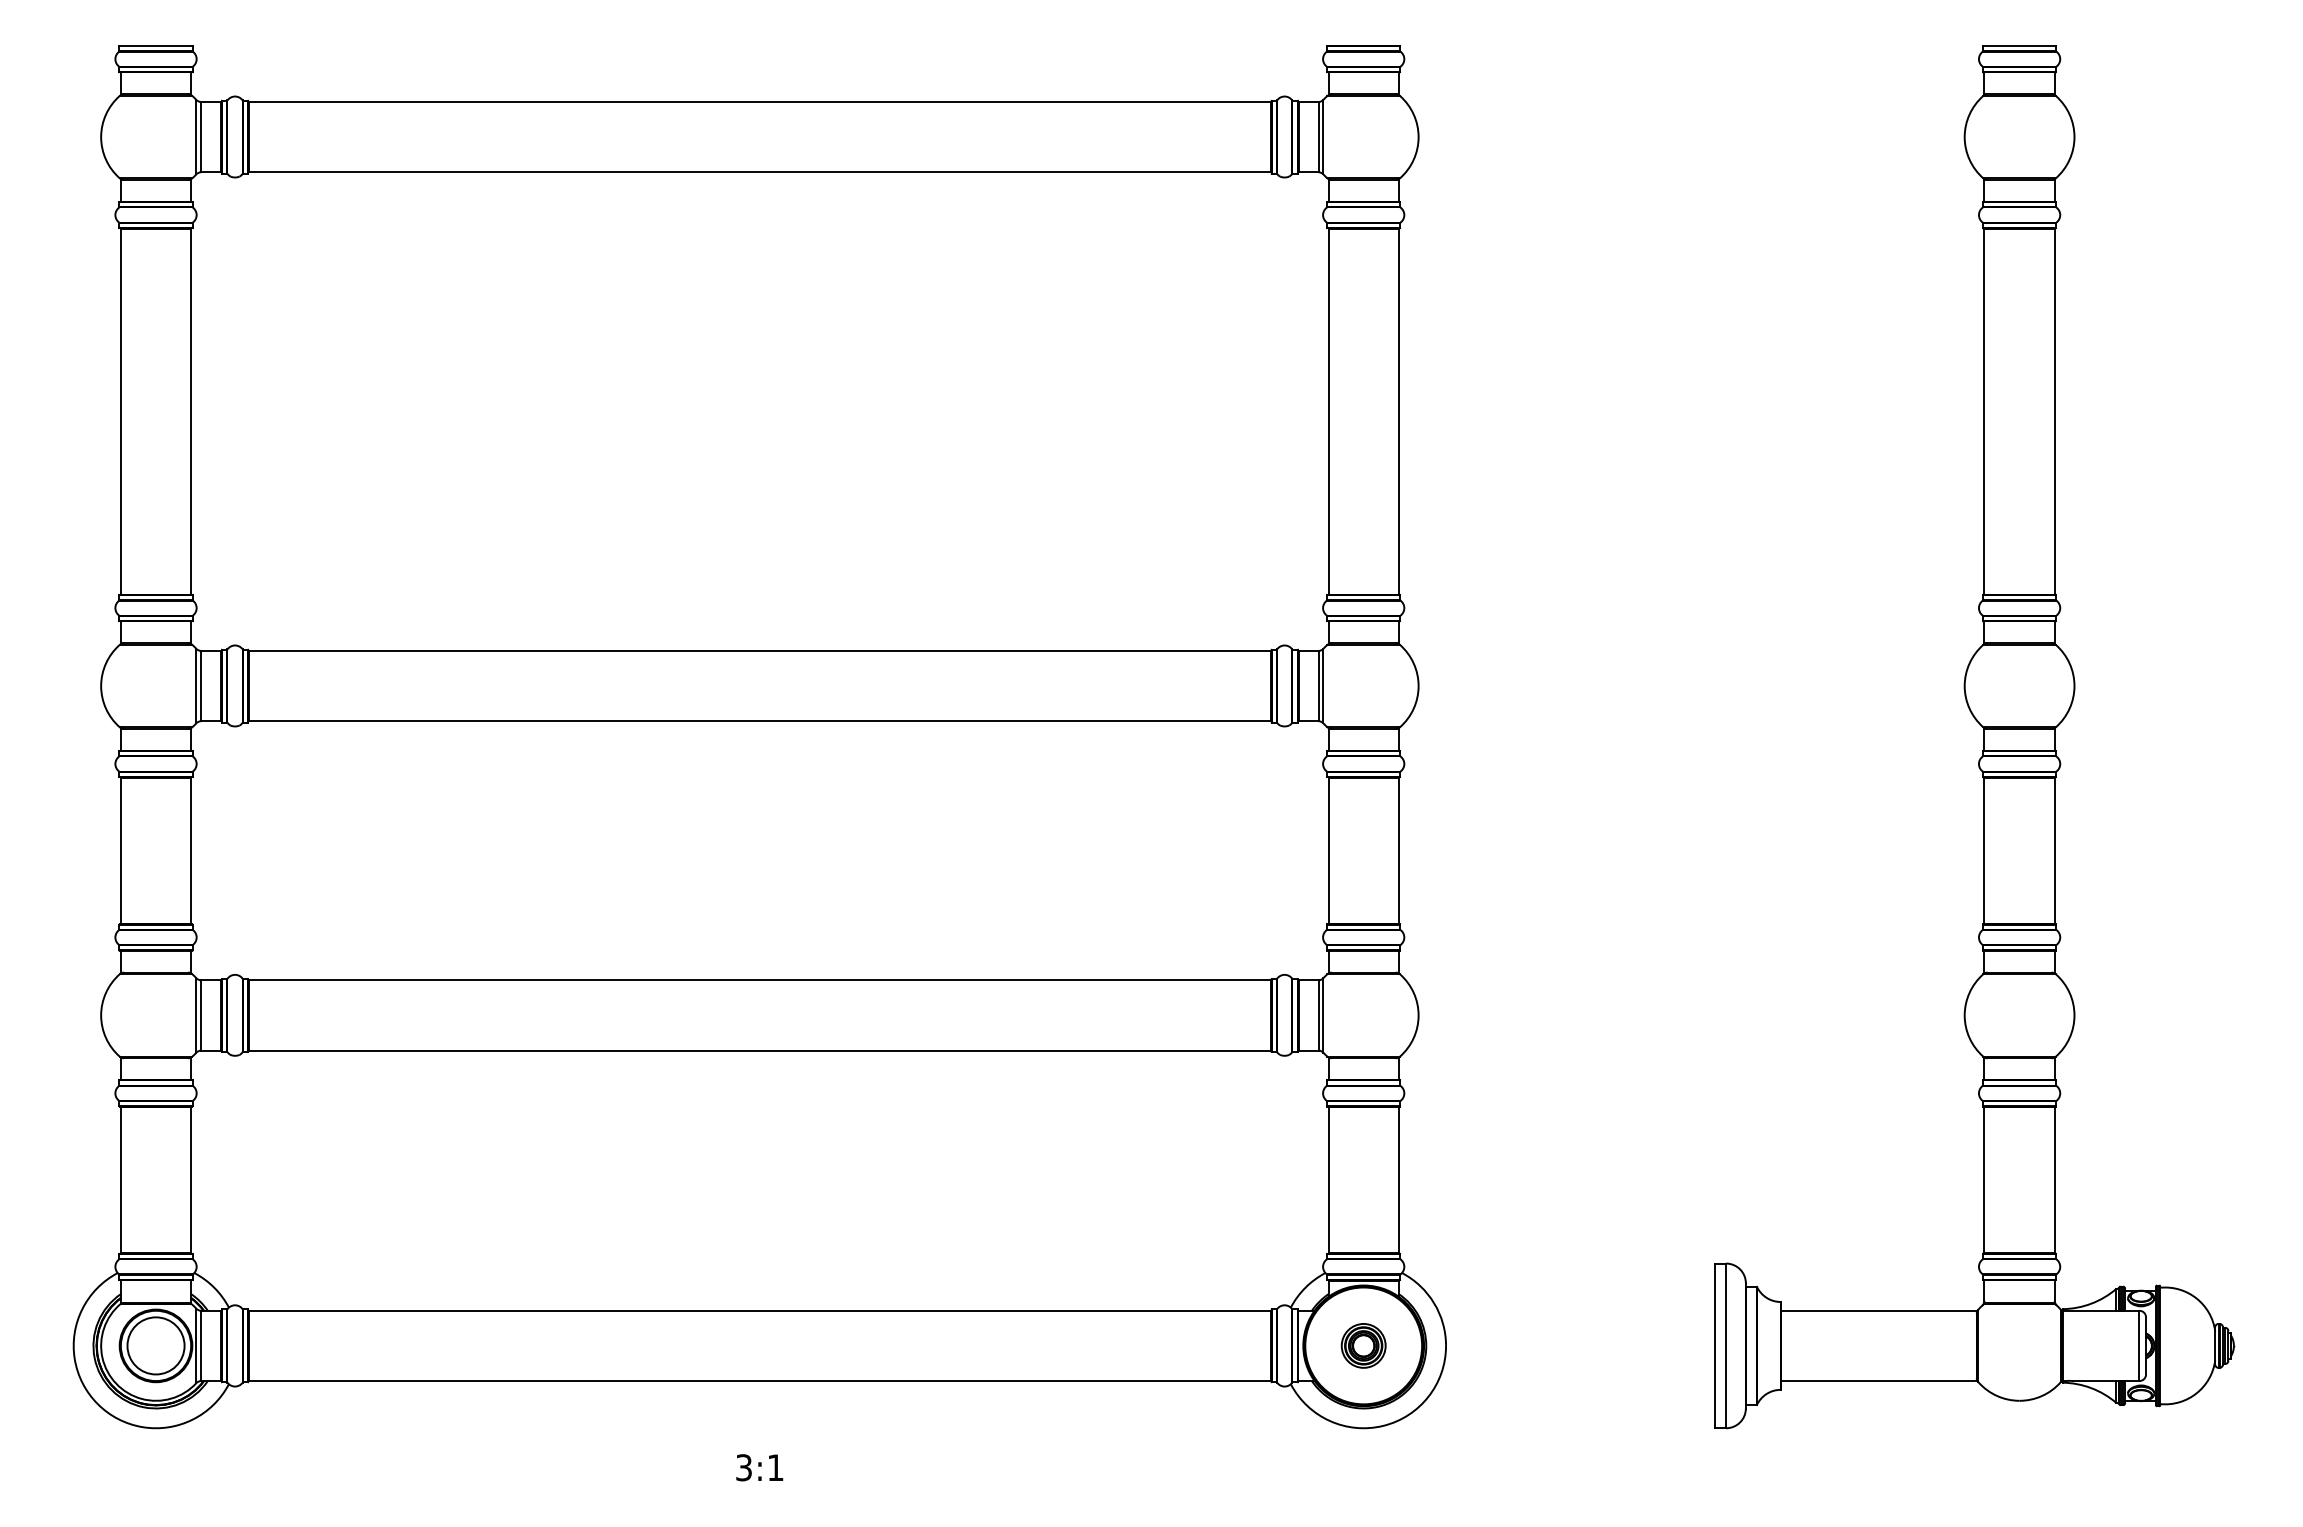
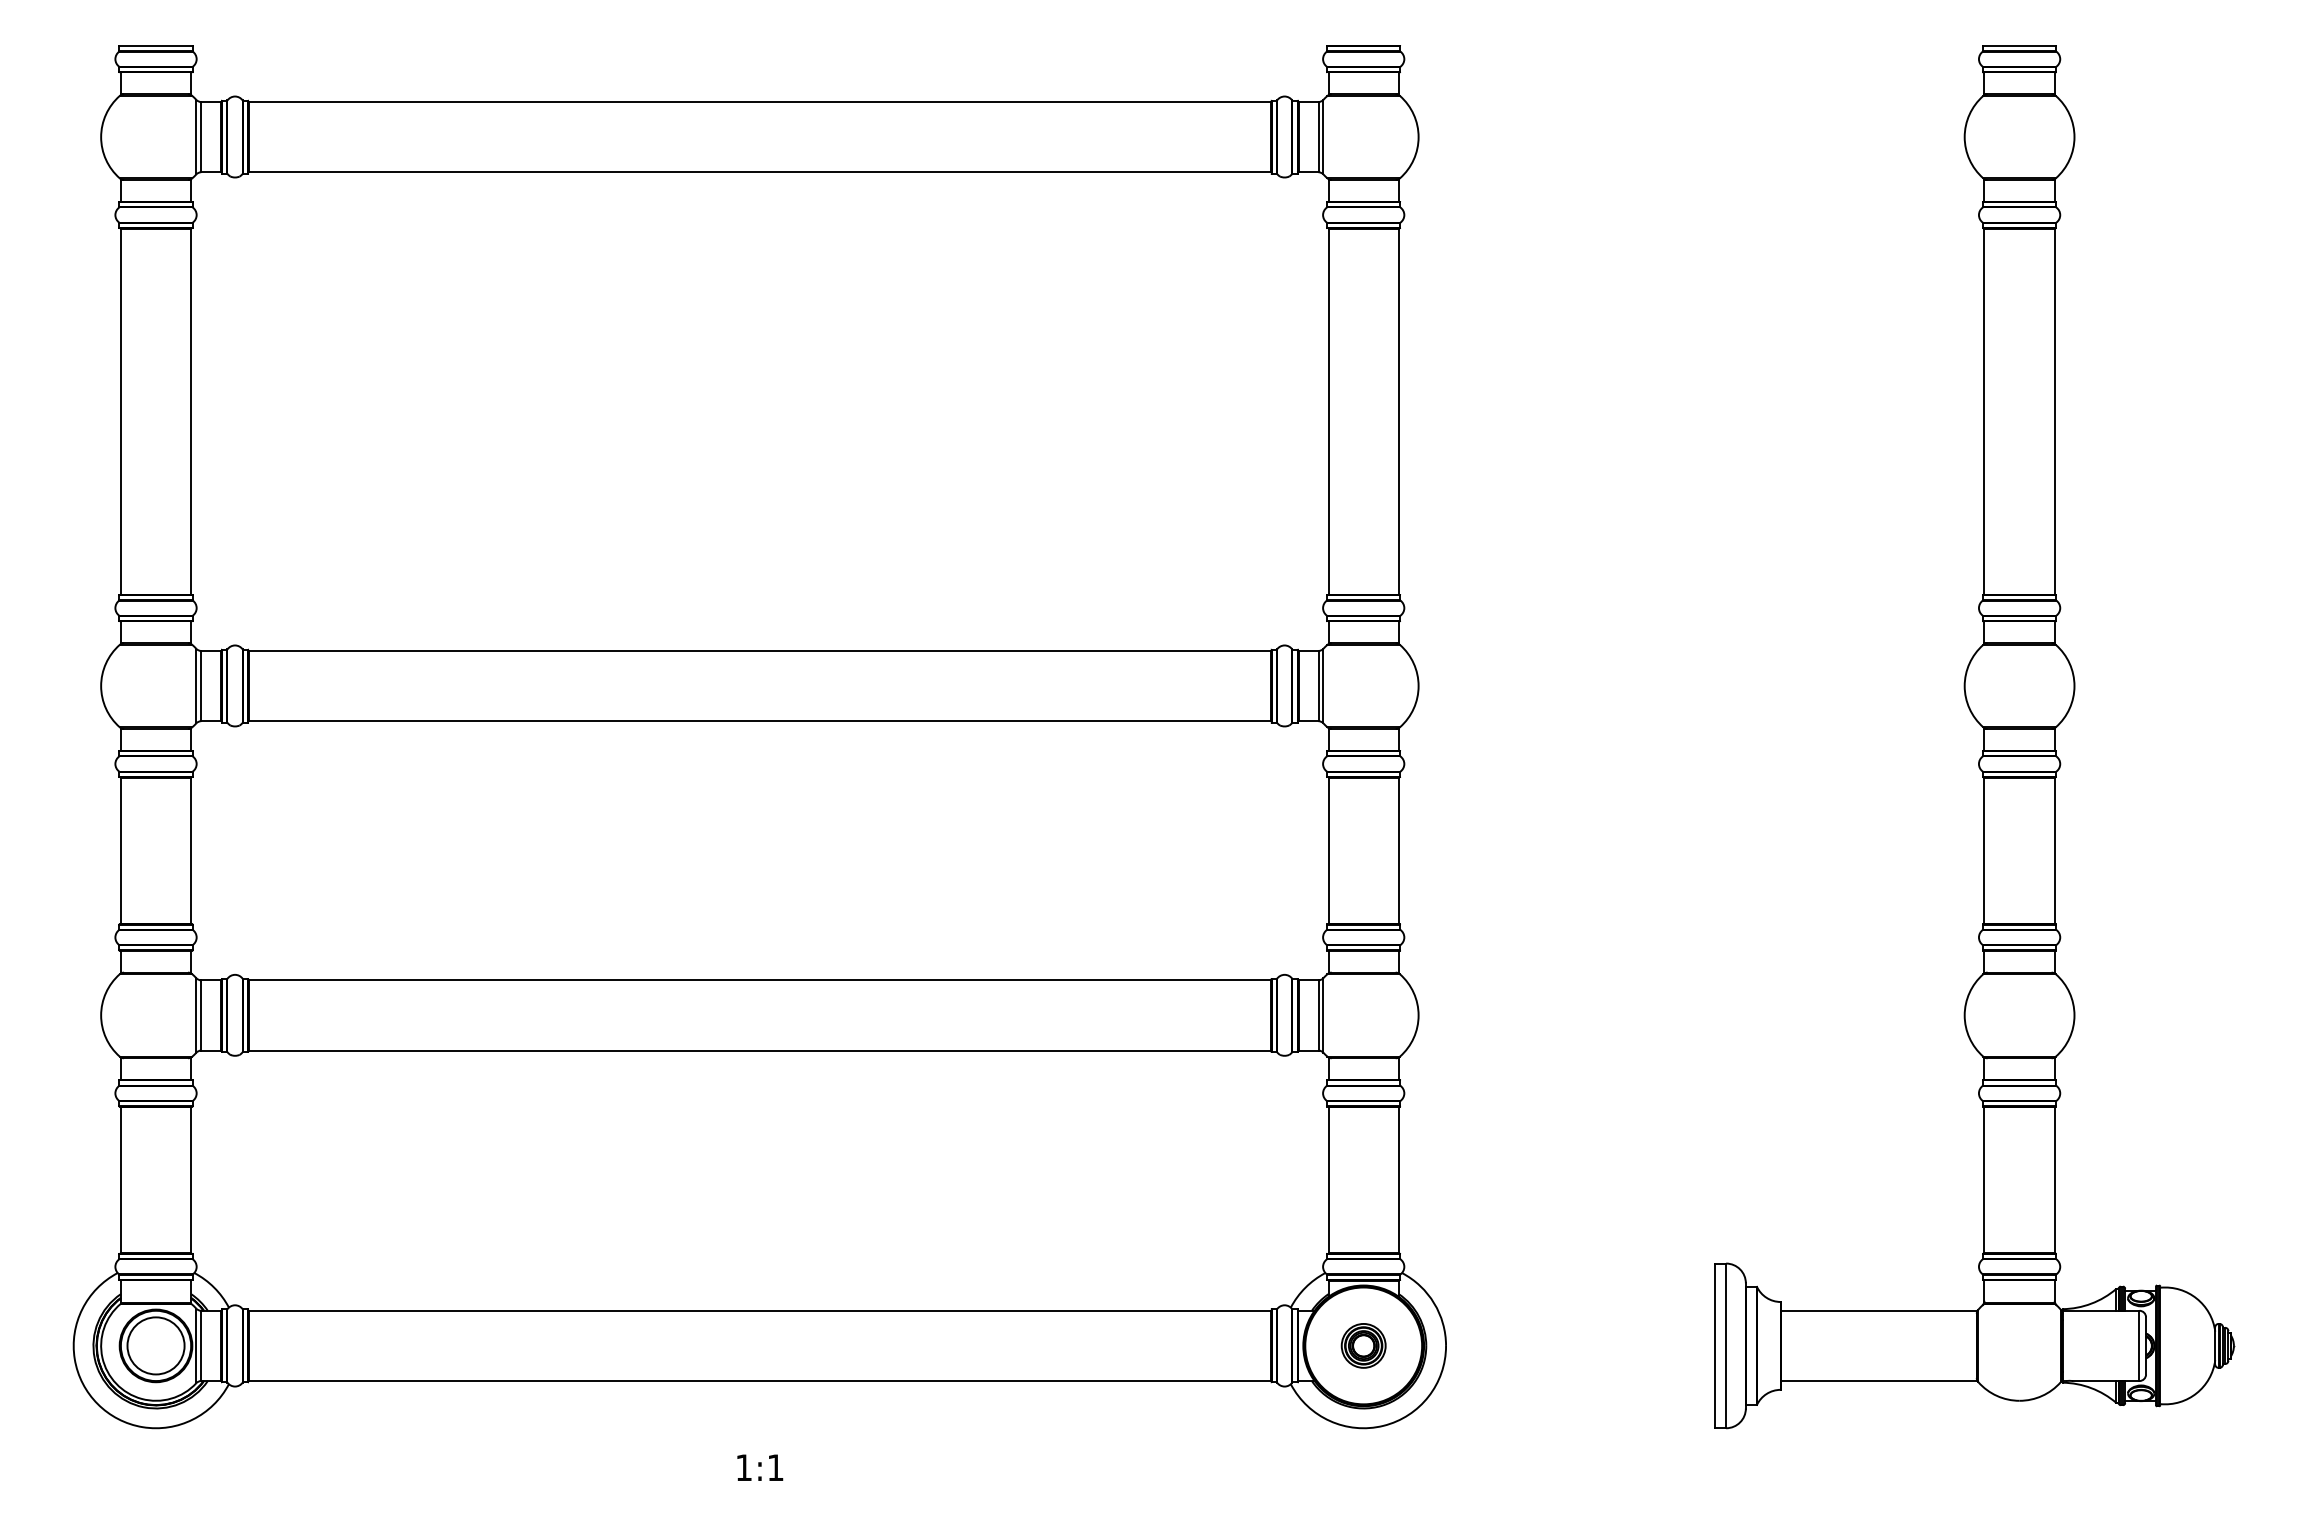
text at (743, 1467): 3:1 -> 1:1
